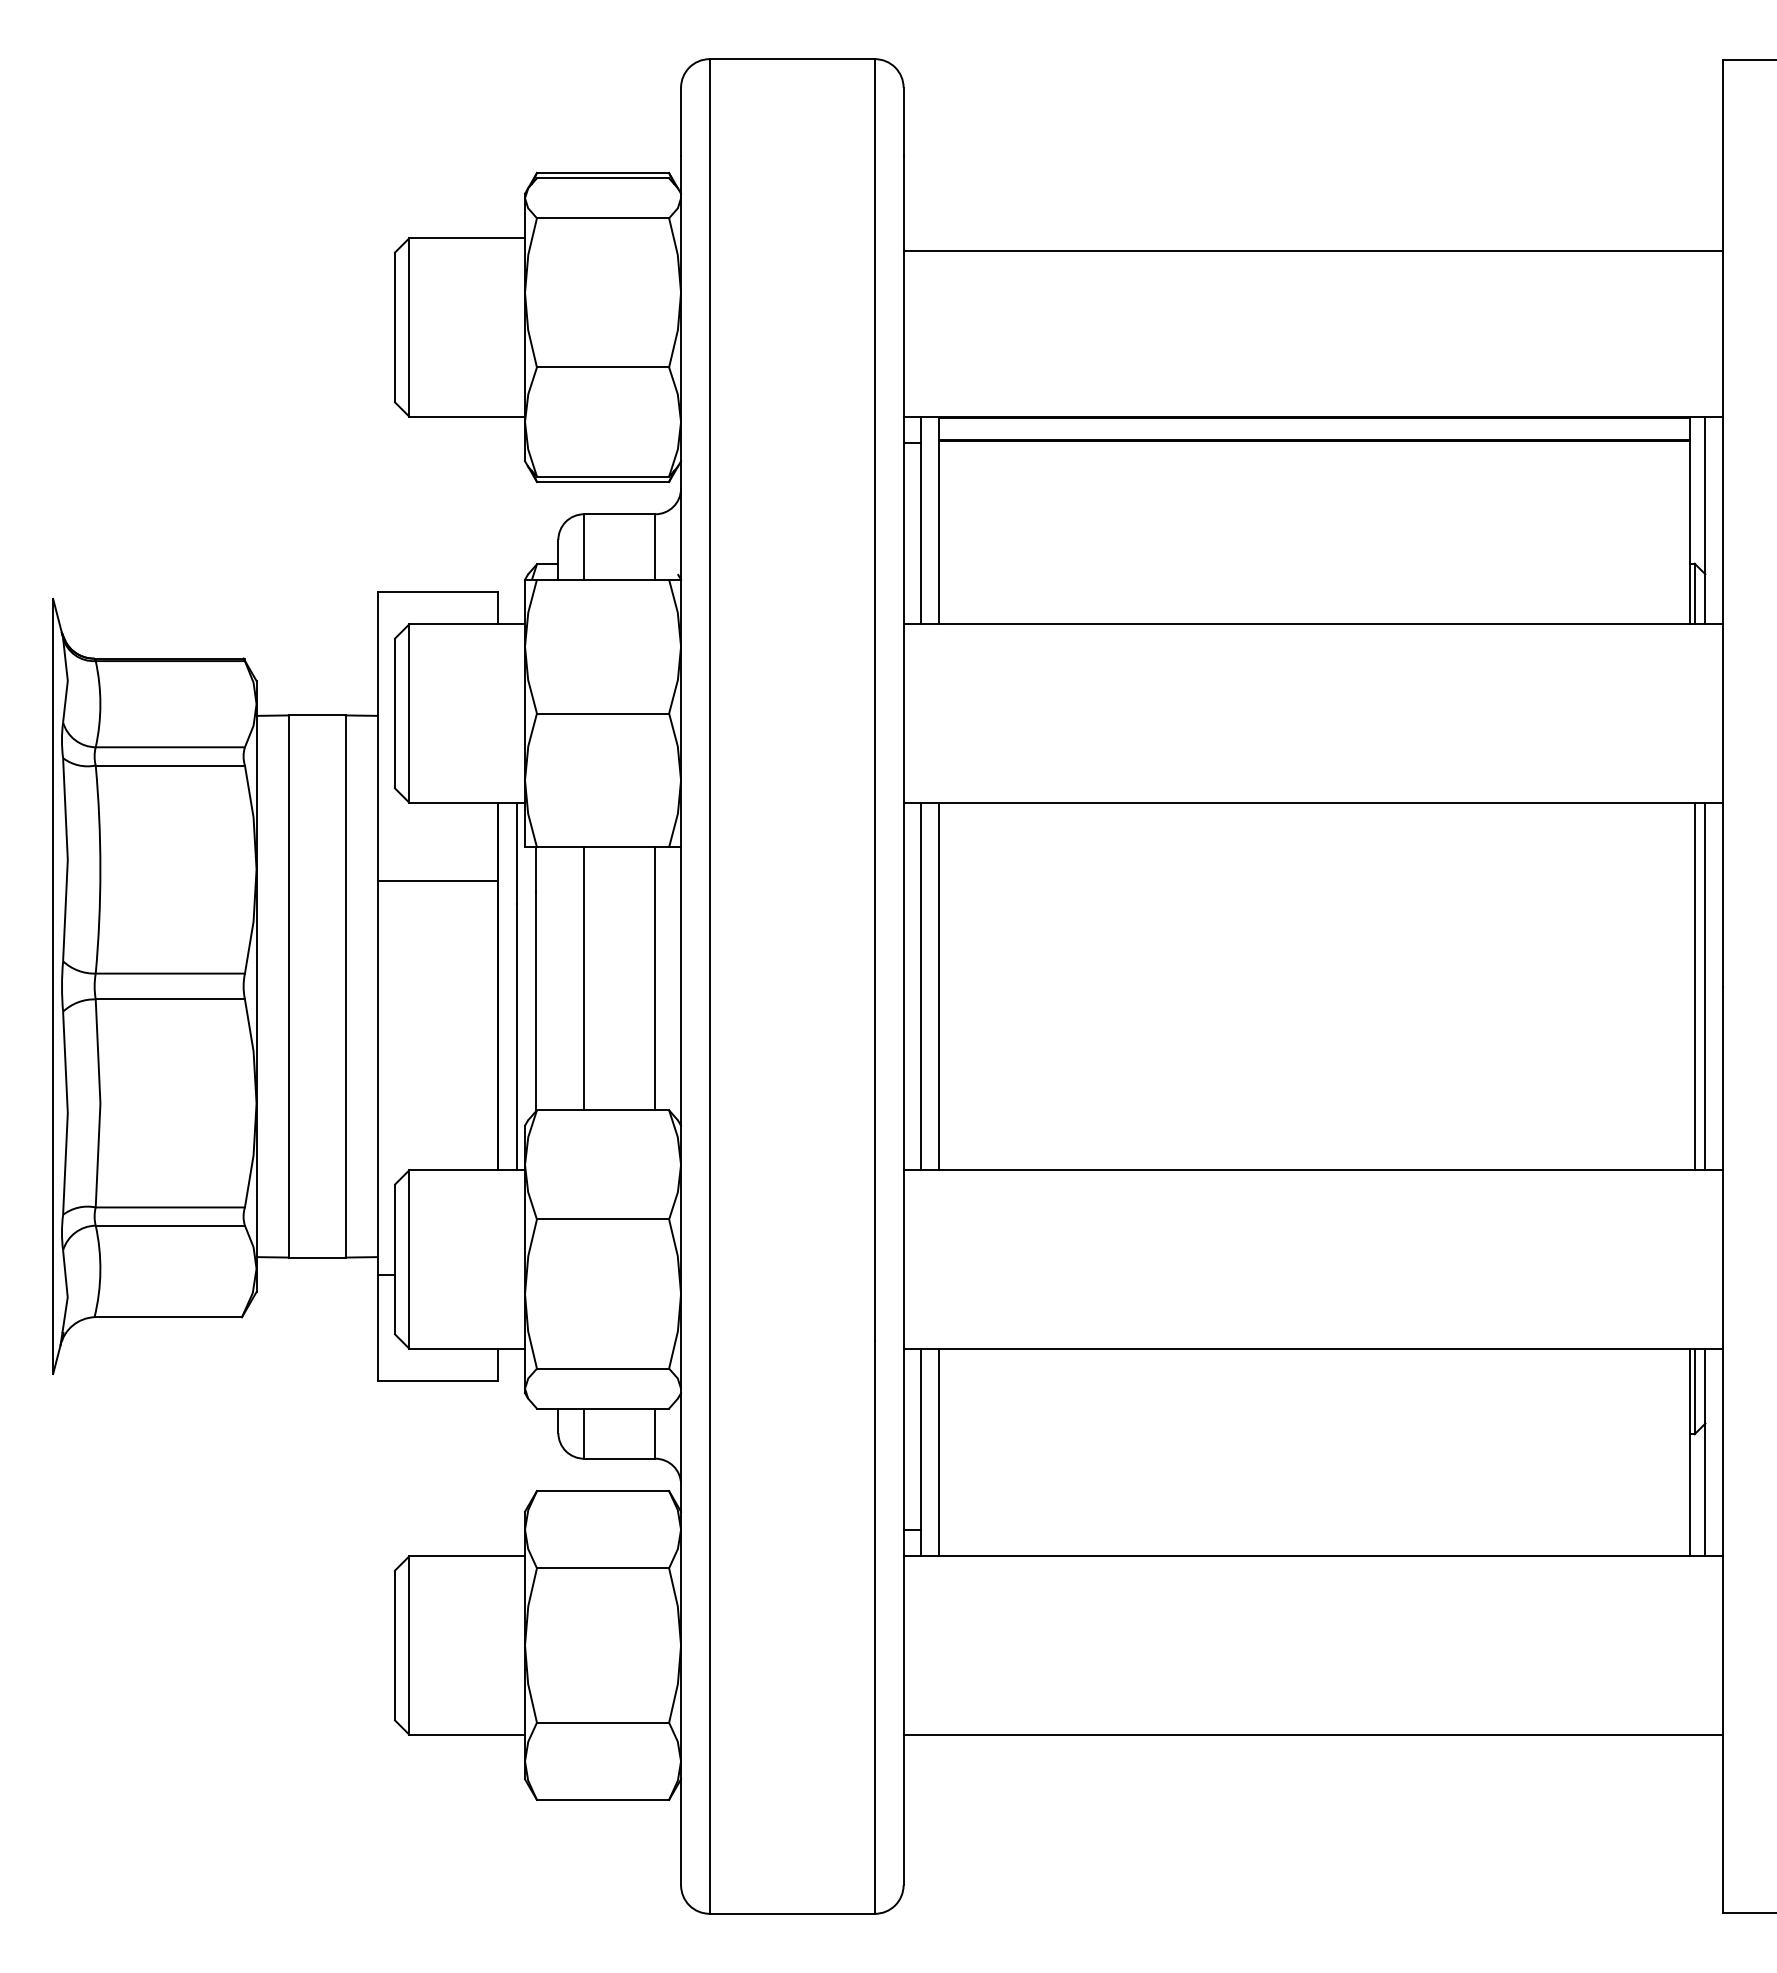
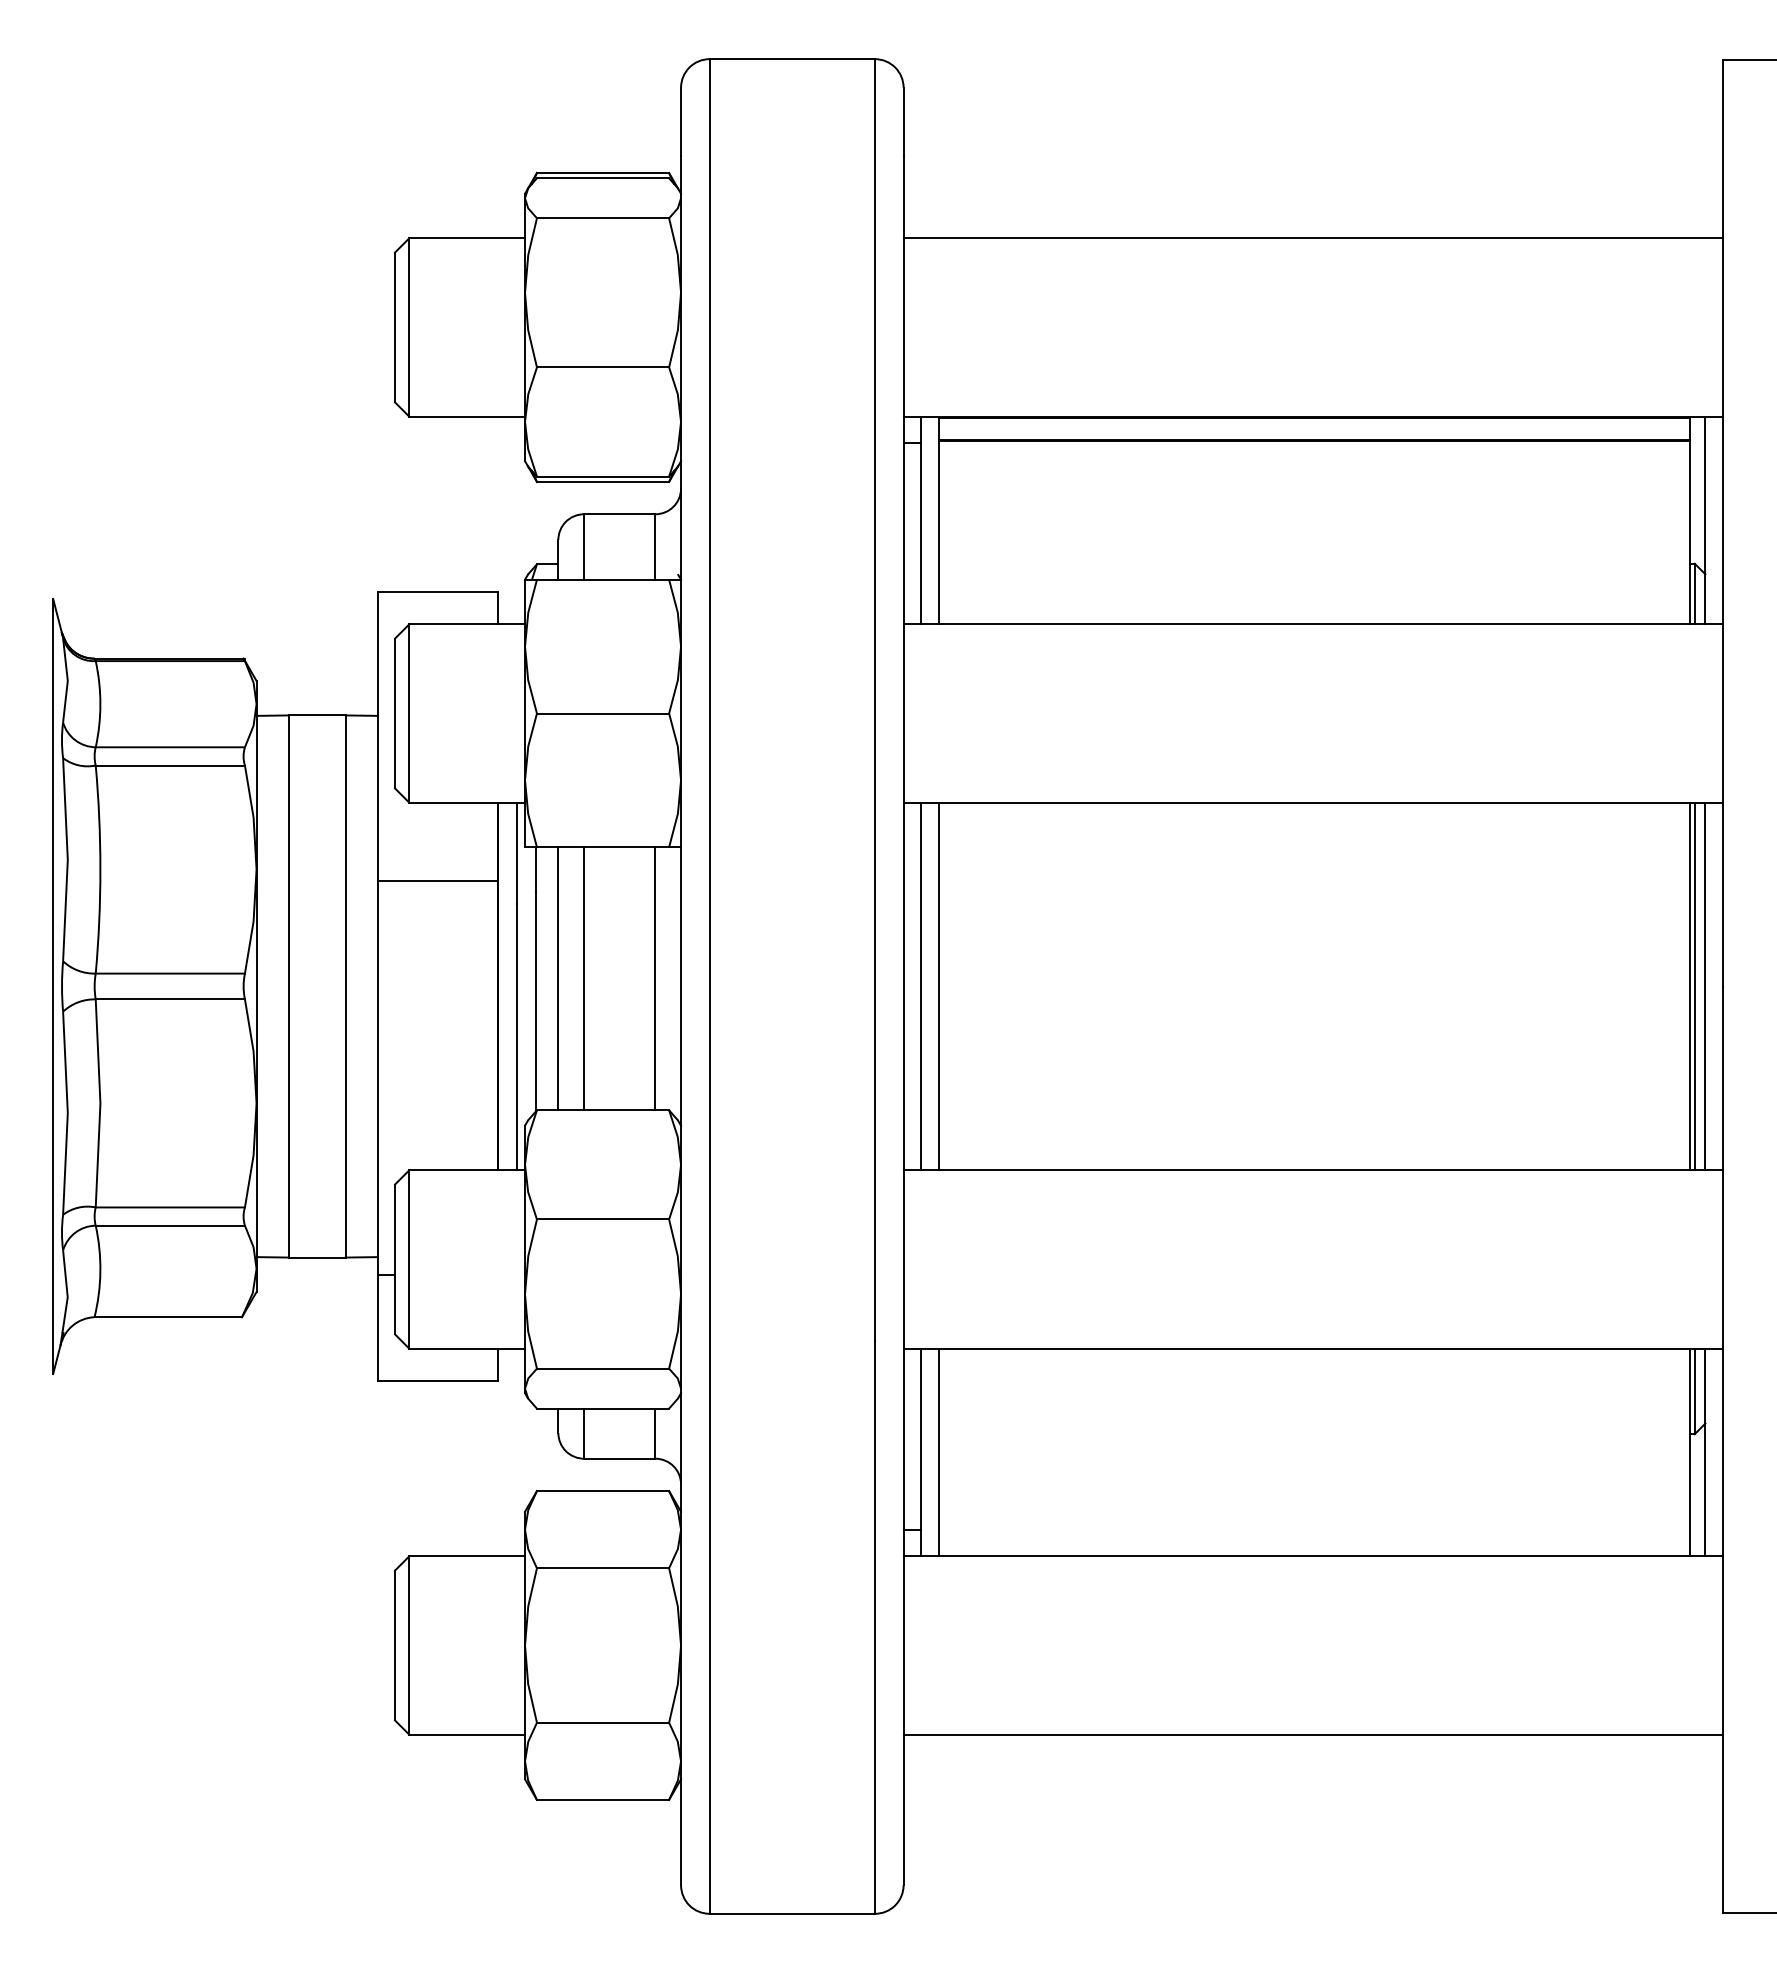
line at (1313, 251) position: (1313, 251) -> (1313, 238)
line at (558, 978): none -> present
line at (1689, 986): none -> present
